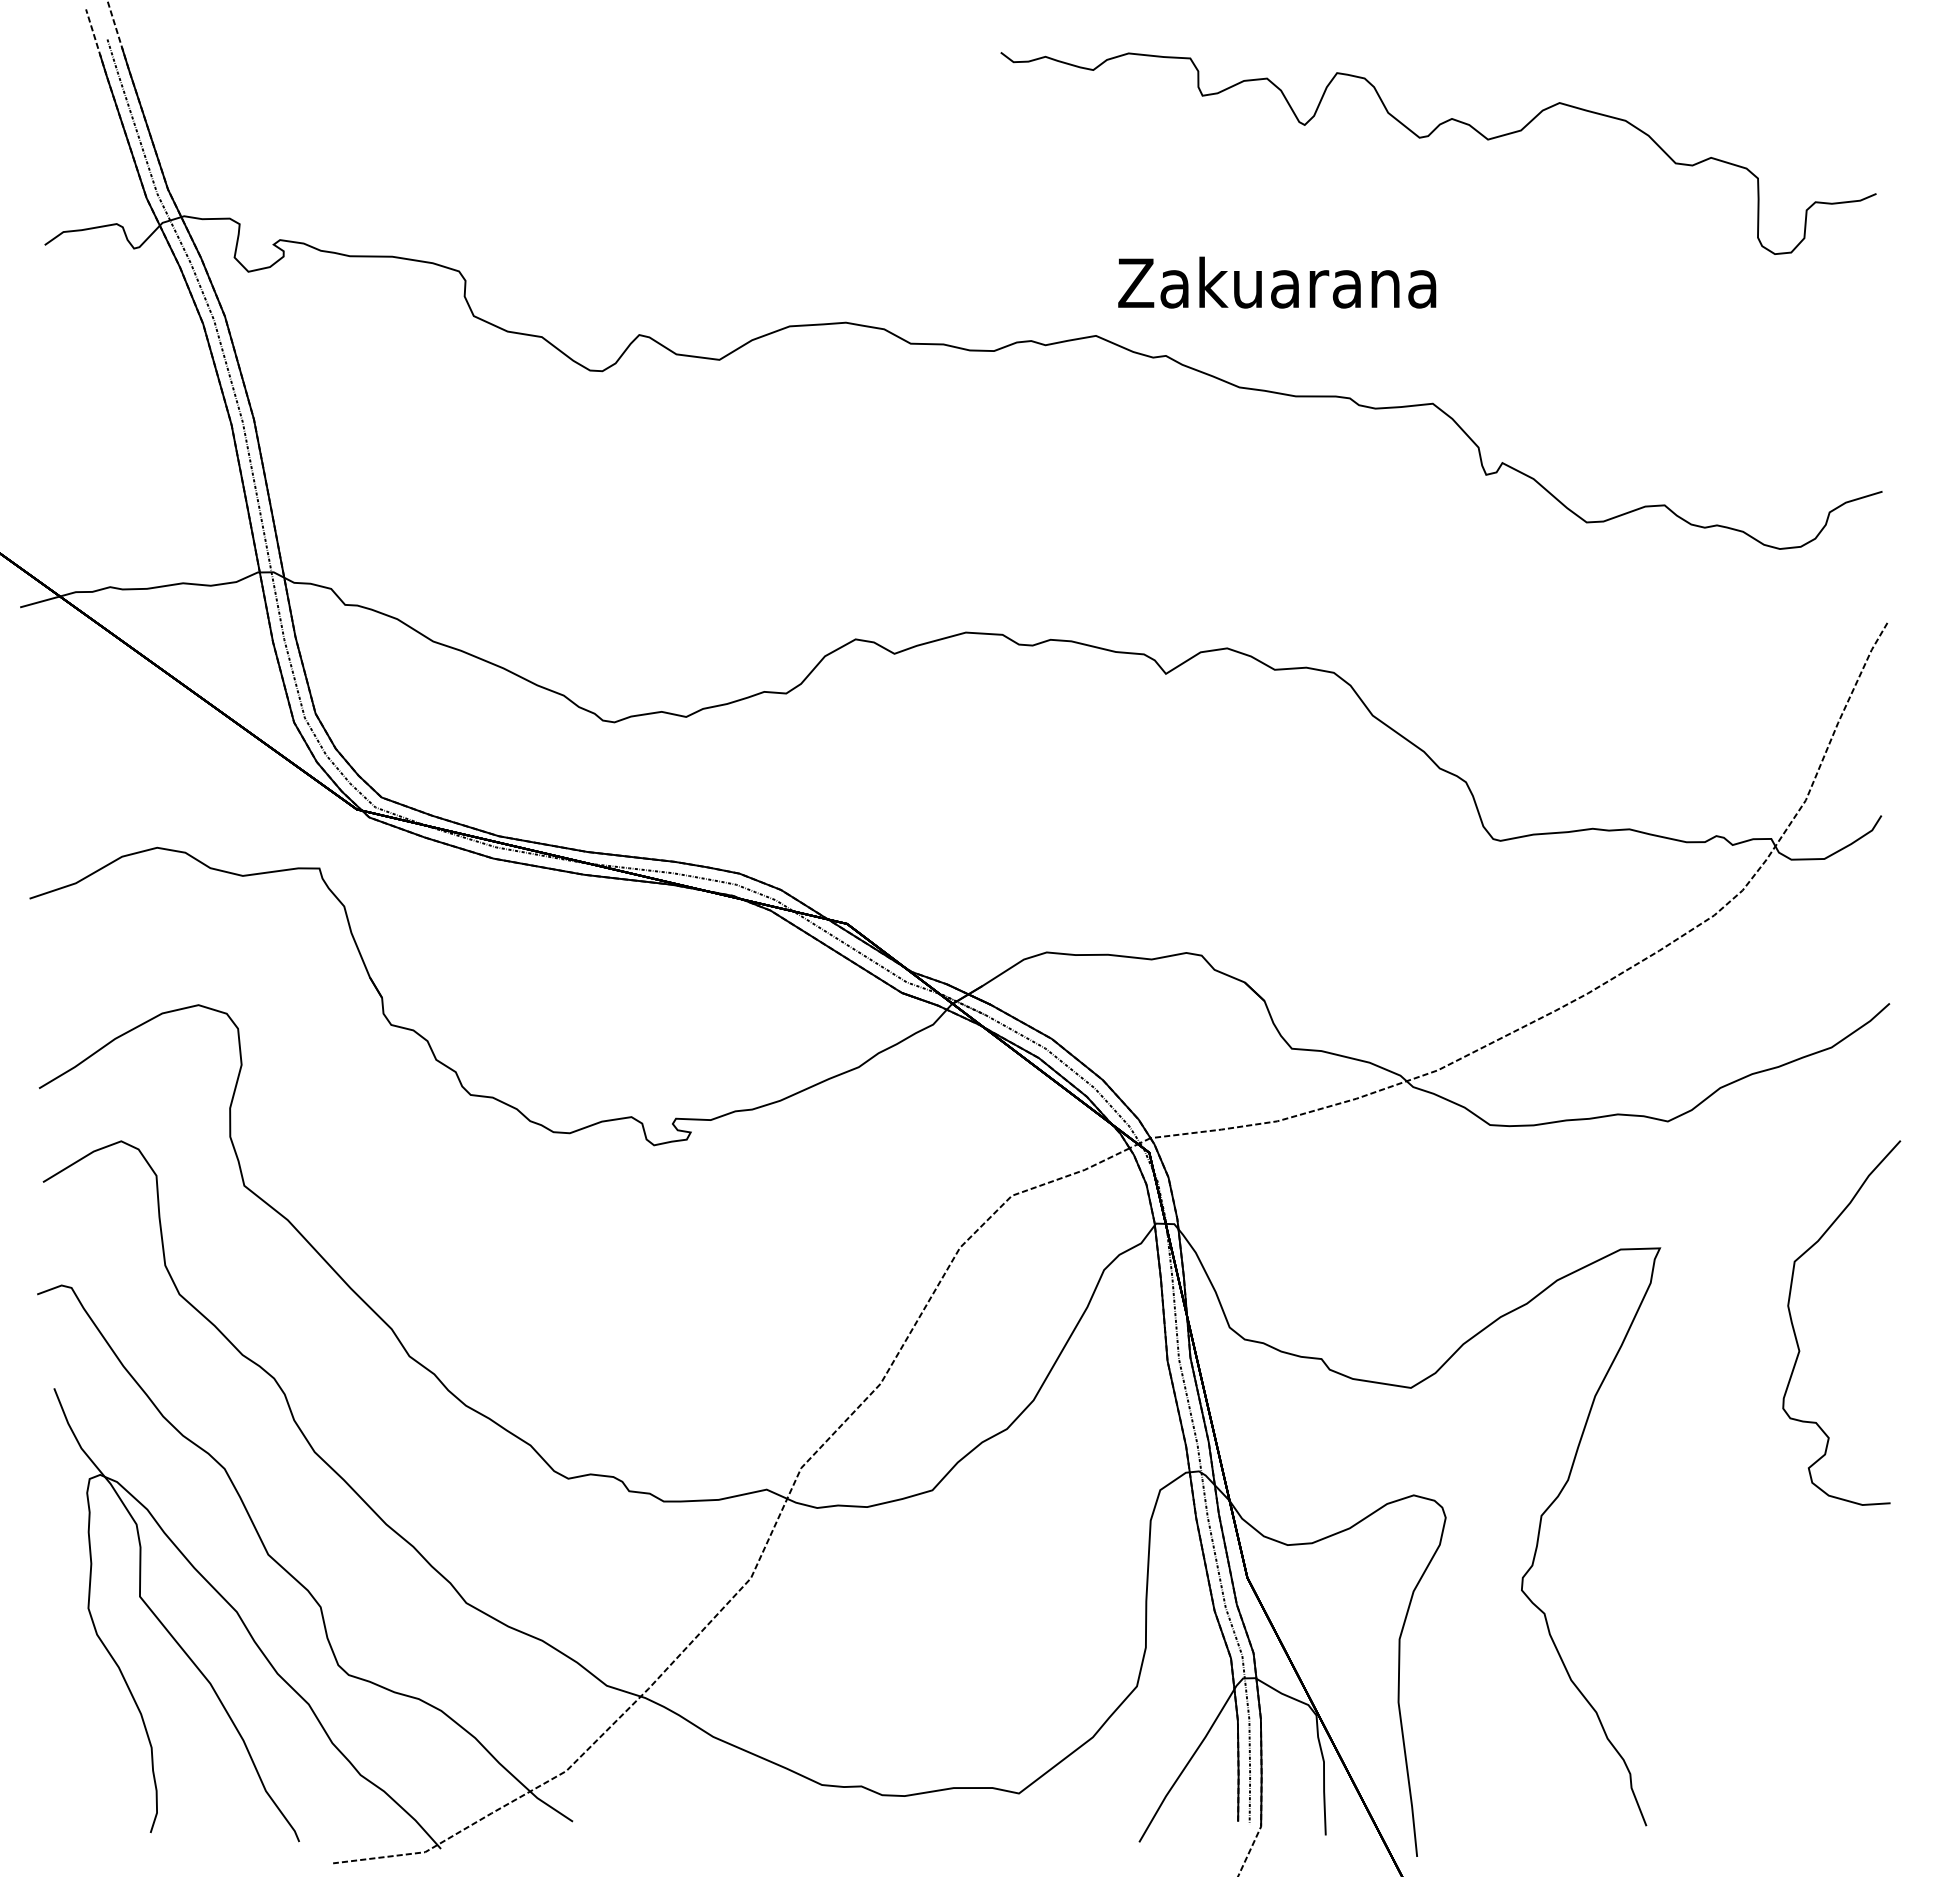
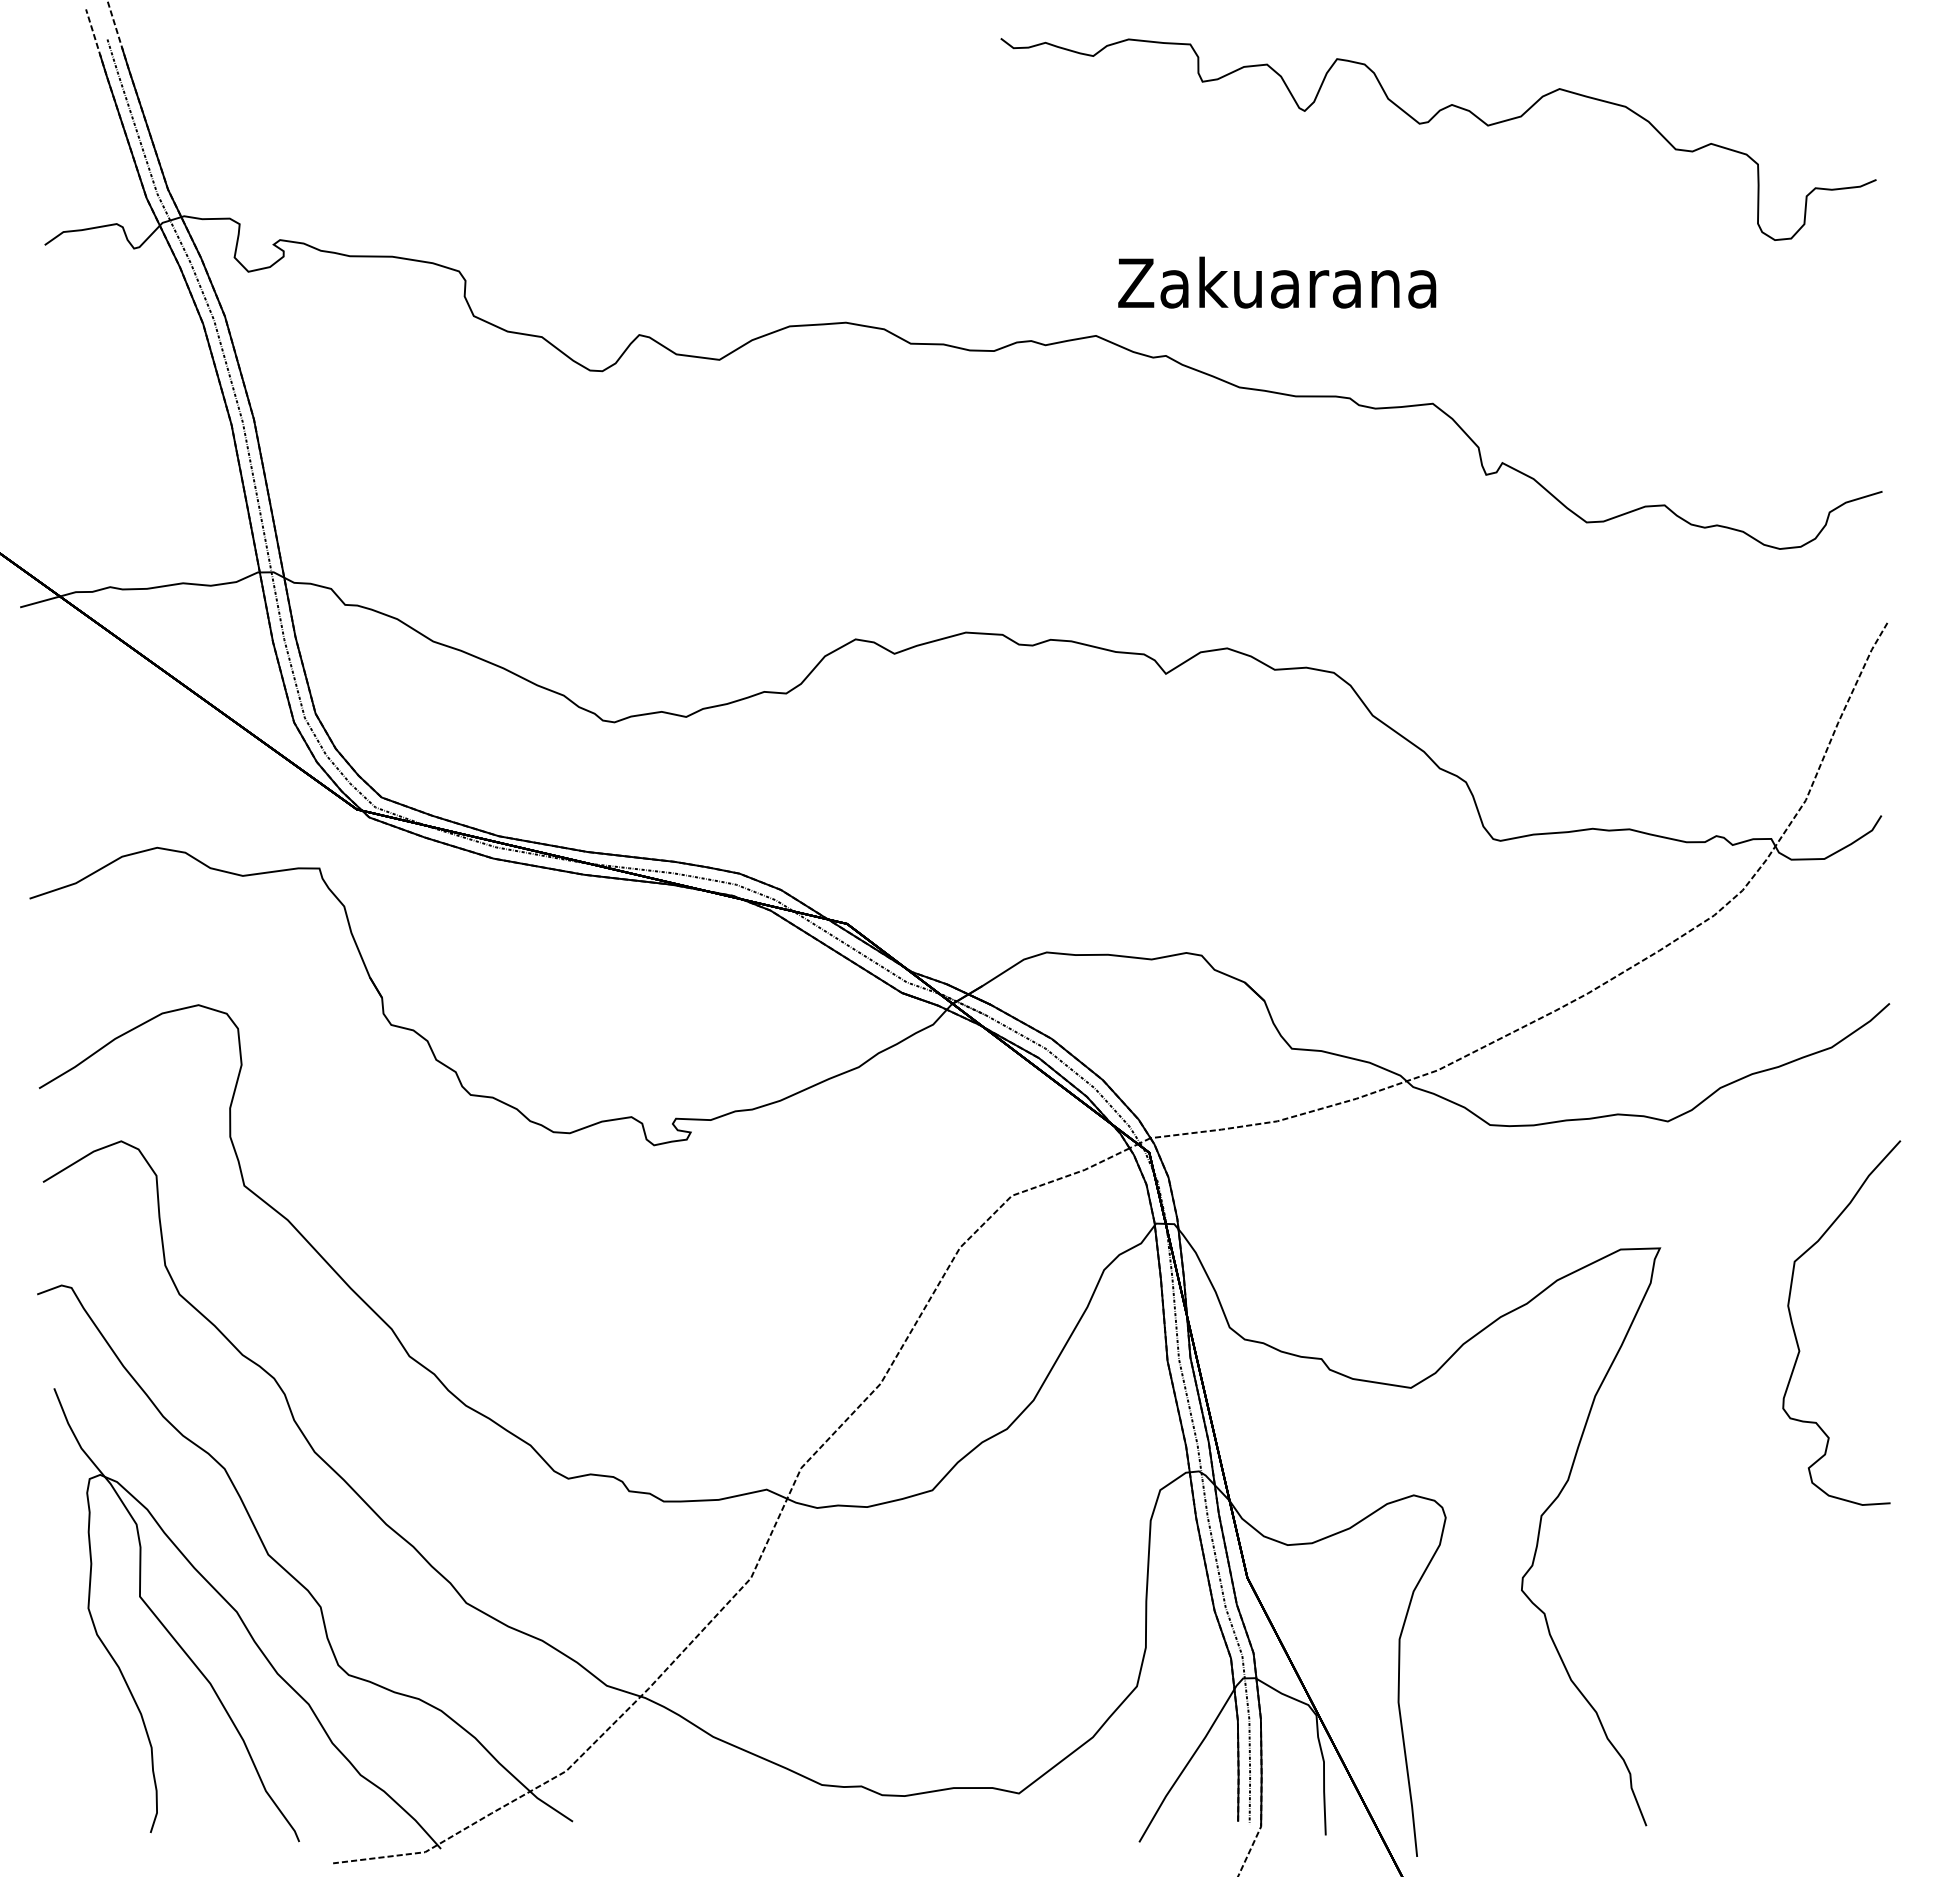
curve at (1429, 136) position: (1429, 136) -> (1429, 122)
